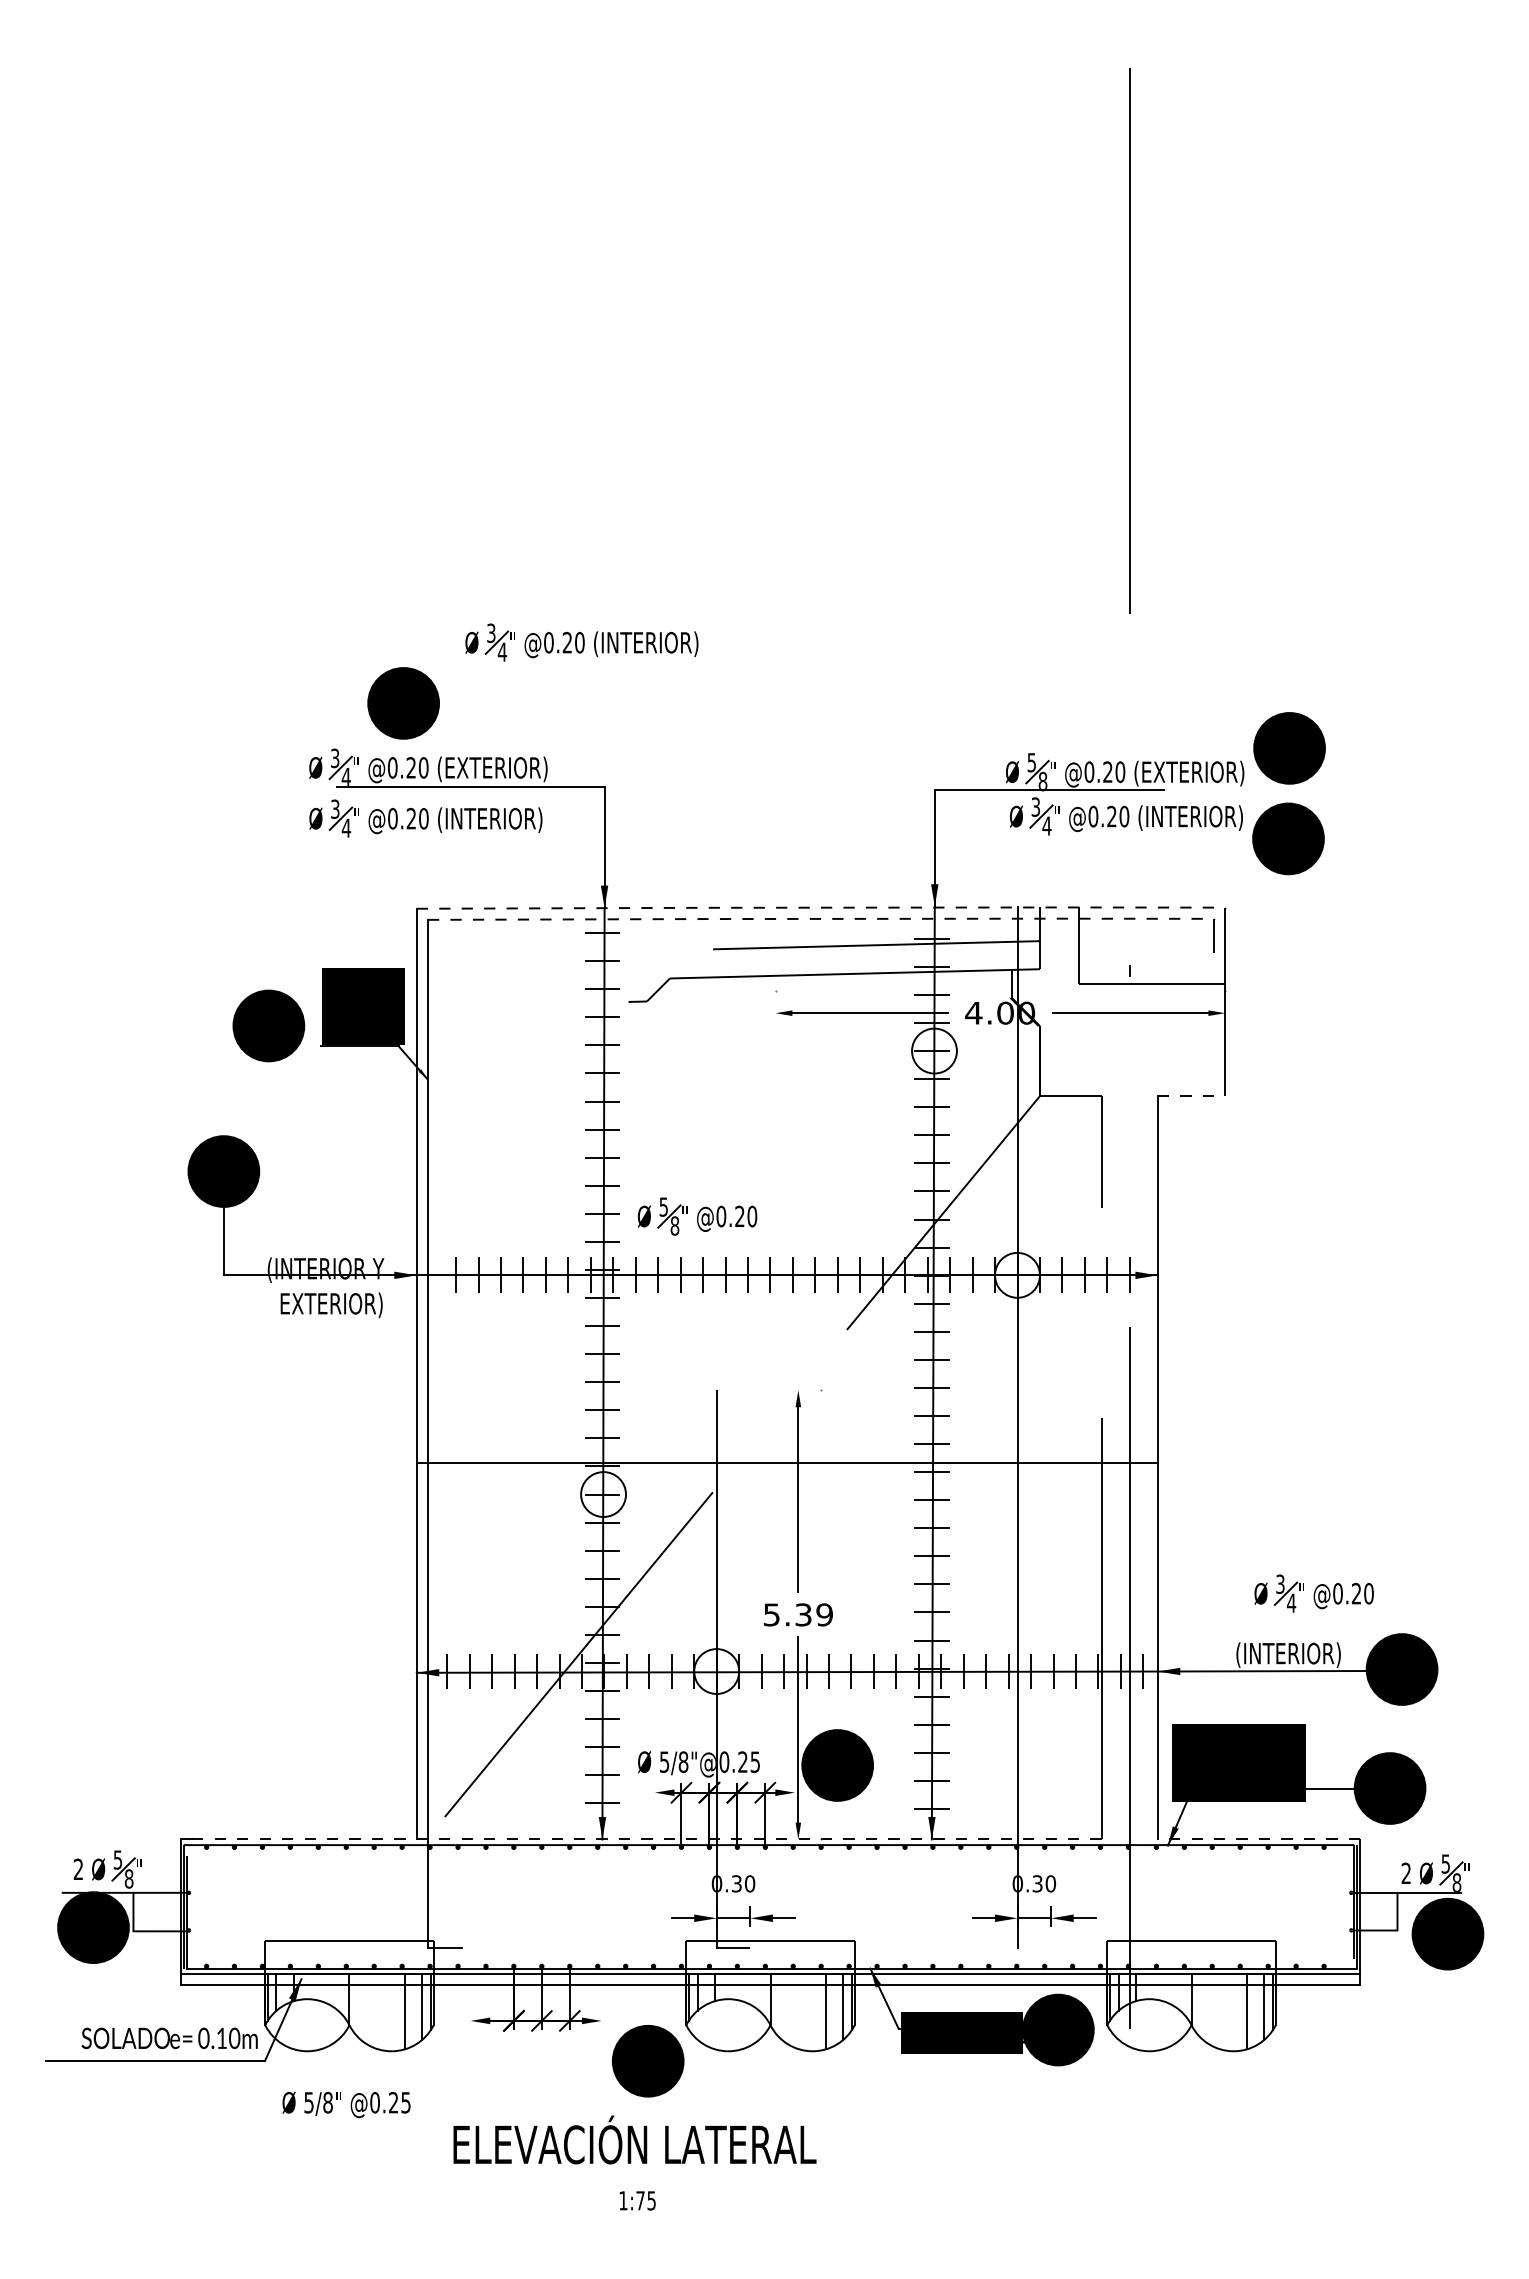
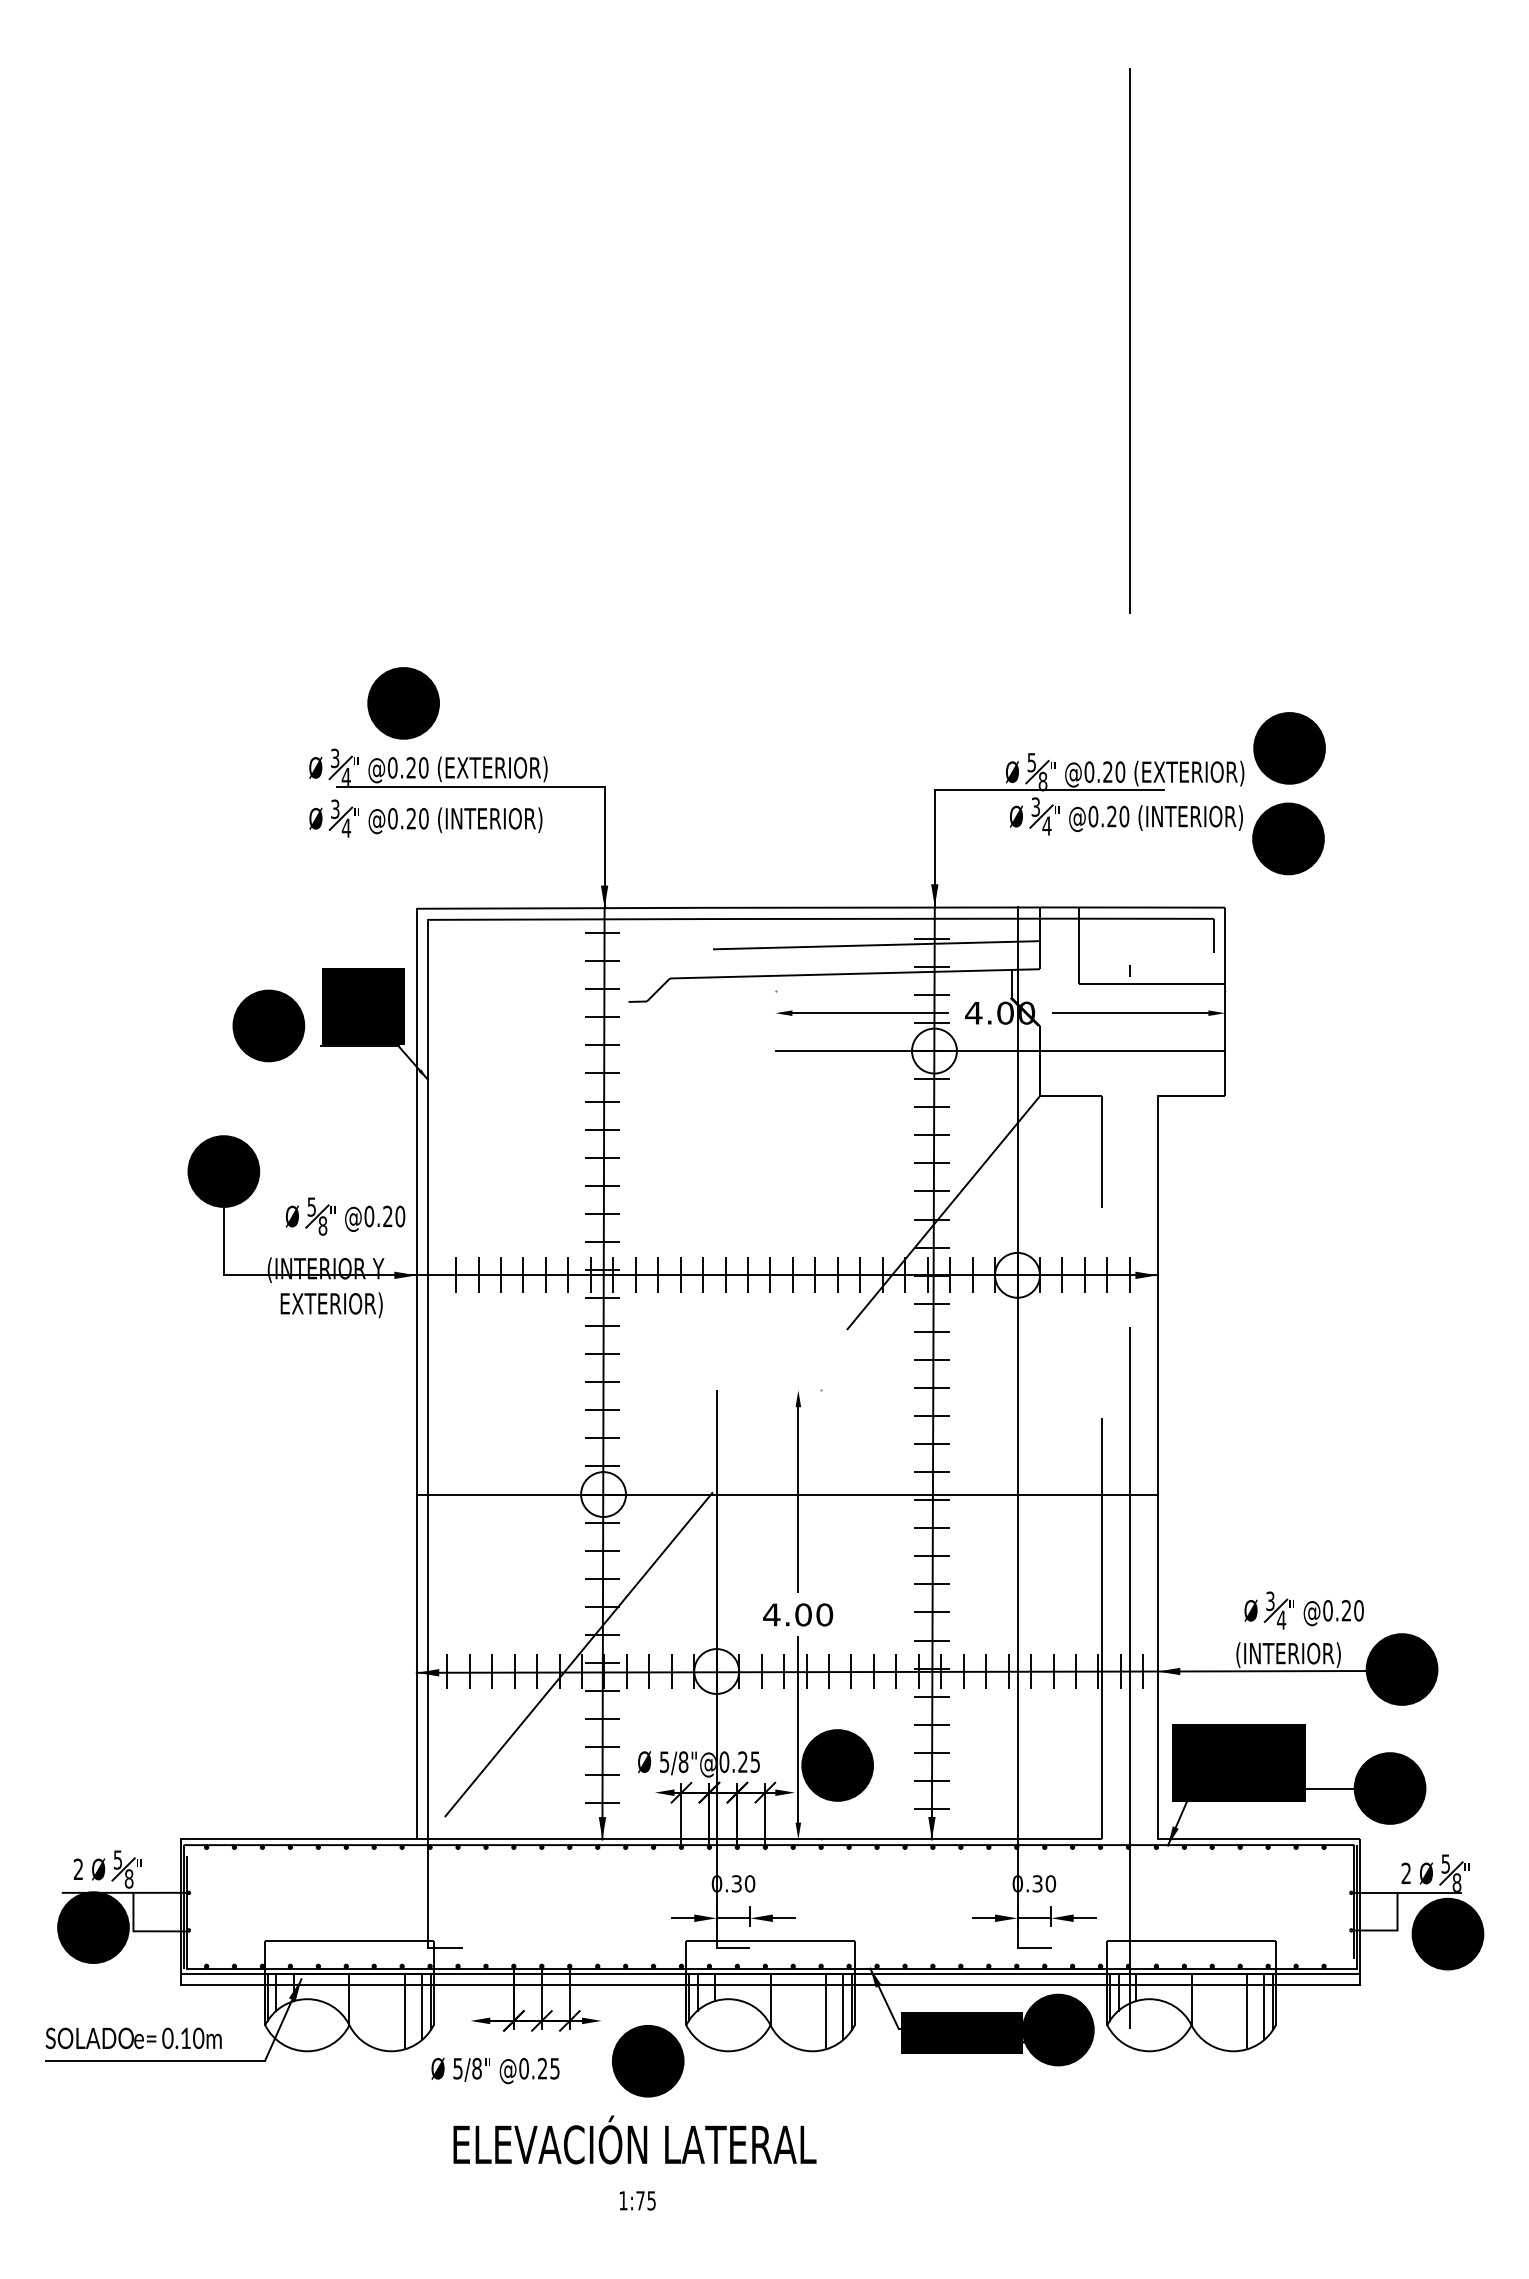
part at (581, 642): present -> none
line at (821, 907): dashed -> solid
line at (821, 918): dashed -> solid
line at (1000, 1051): none -> present
line at (1191, 1096): dashed -> solid
part at (697, 1216) position: (697, 1216) -> (345, 1216)
line at (786, 1462) position: (786, 1462) -> (786, 1494)
part at (1313, 1593) position: (1313, 1593) -> (1303, 1610)
text at (798, 1614): 5.39 -> 4.00
line at (646, 1839): dashed -> solid
line at (1258, 1839): dashed -> solid
line at (1034, 1947): none -> present
text at (169, 2038) position: (169, 2038) -> (133, 2038)
text at (346, 2104) position: (346, 2104) -> (495, 2070)
